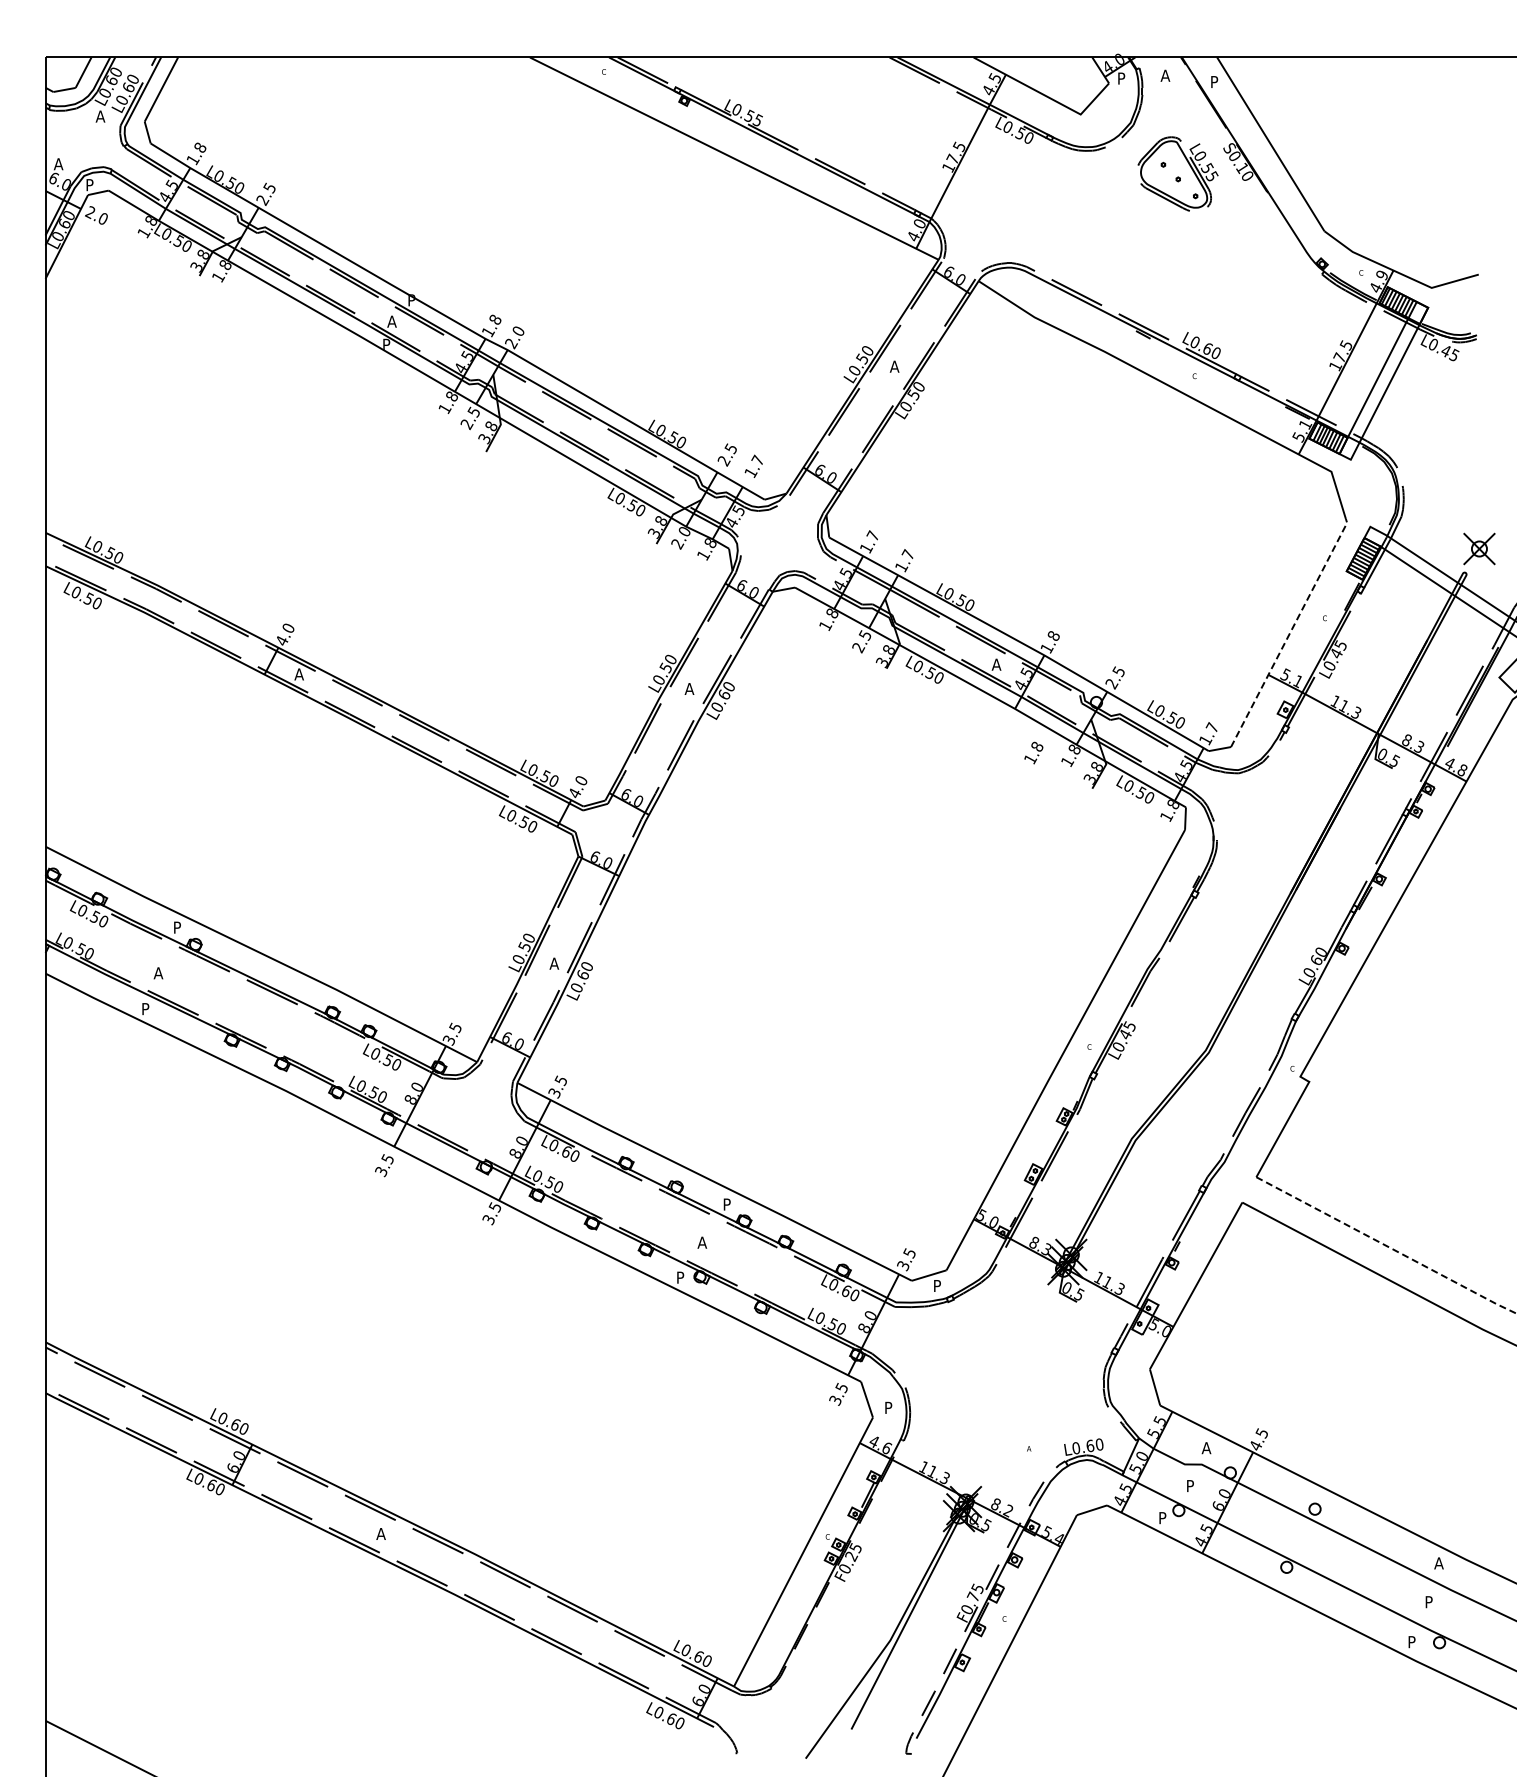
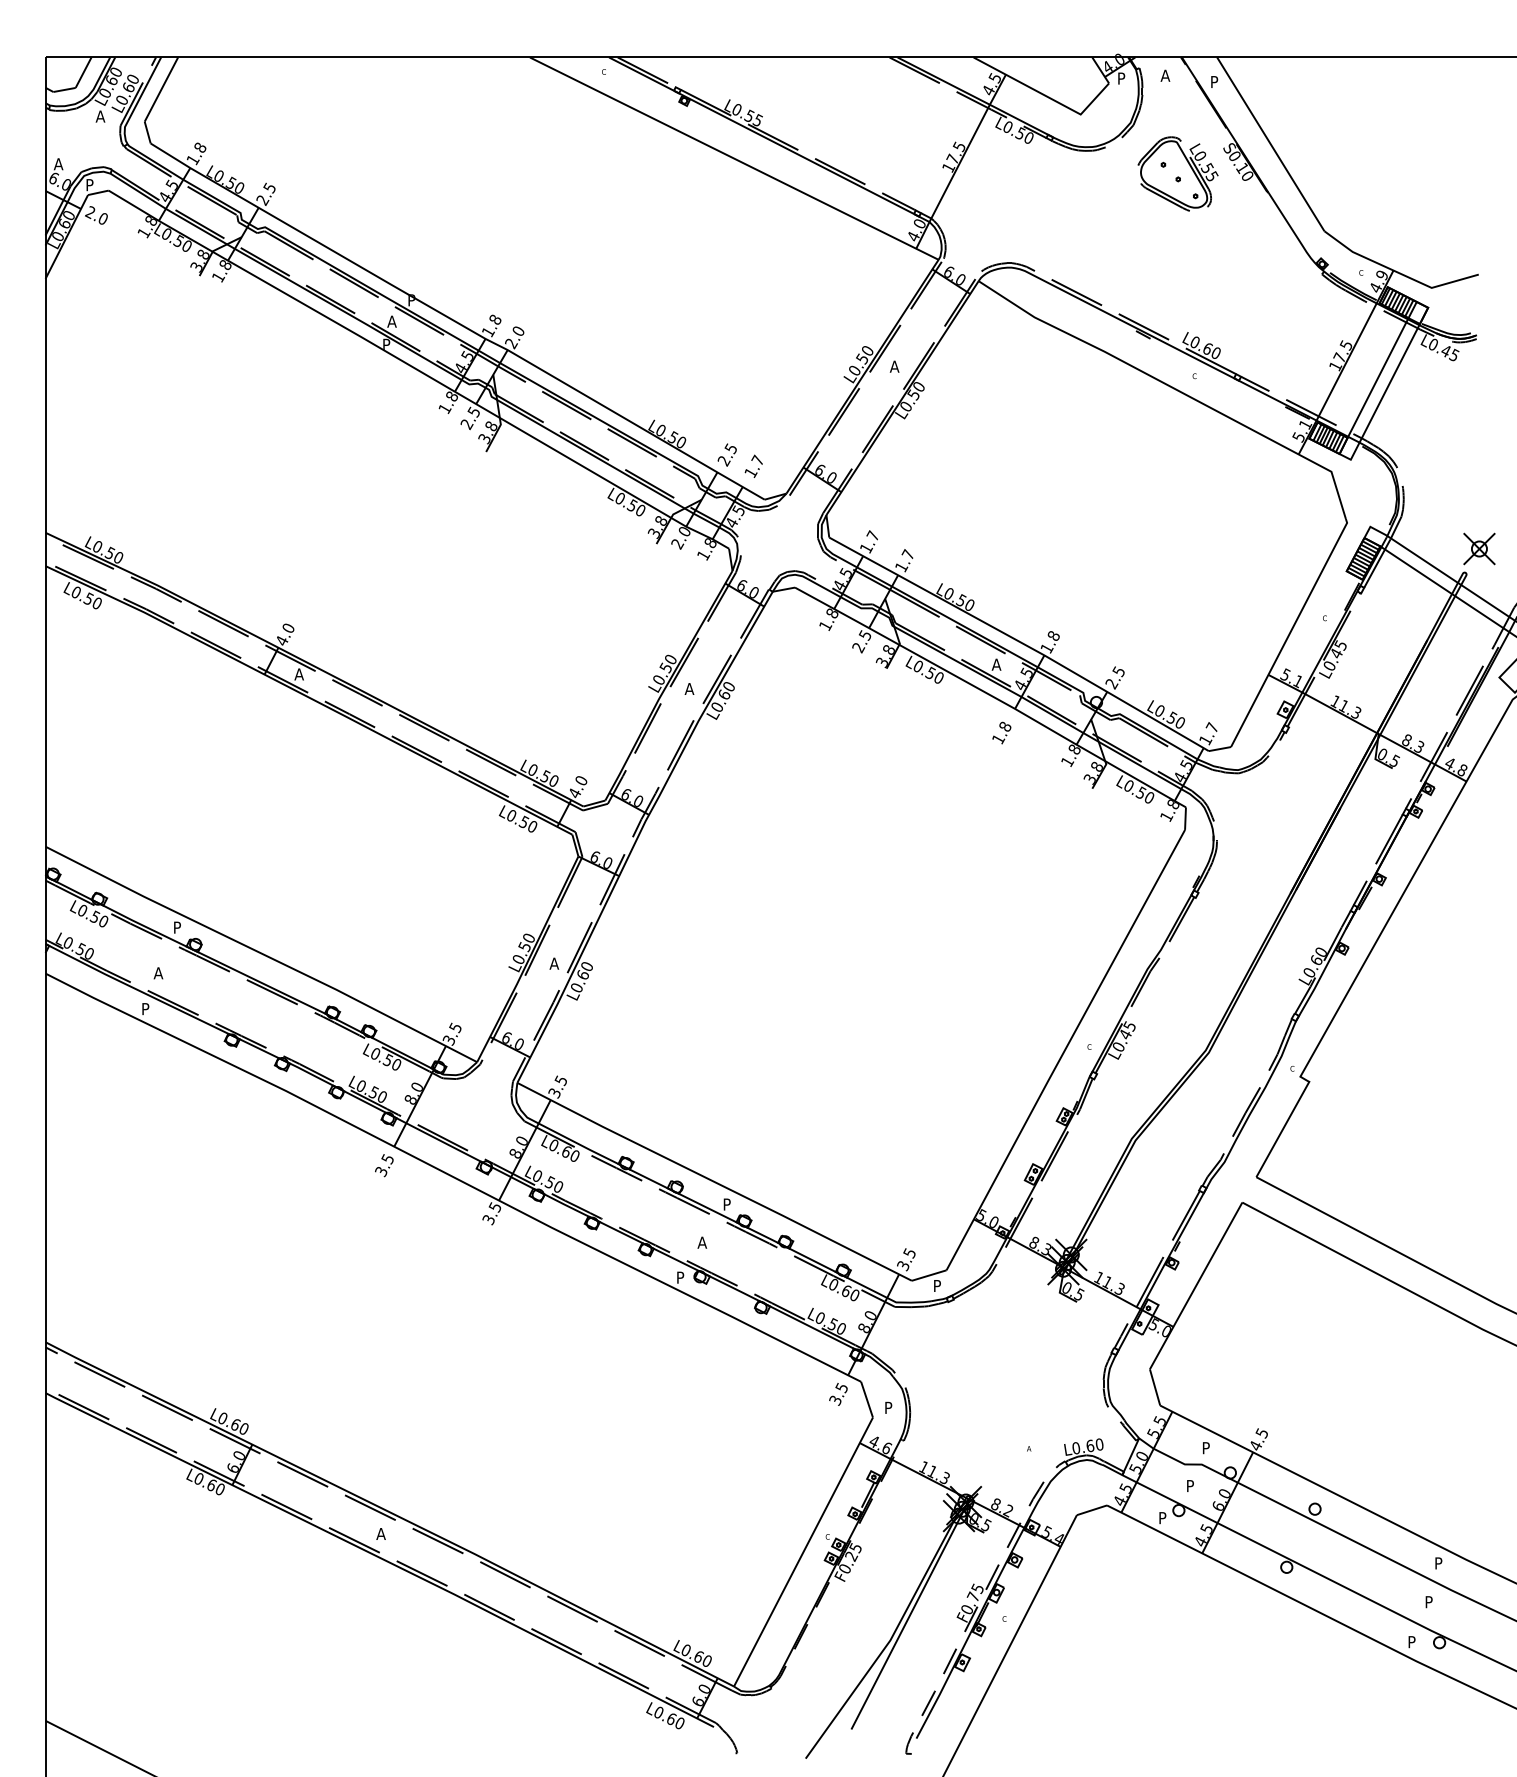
line at (1290, 631): dashed -> solid
text at (1033, 752) position: (1033, 752) -> (1001, 732)
line at (1386, 1246): dashed -> solid
text at (1206, 1448): A -> P
text at (1438, 1563): A -> P
